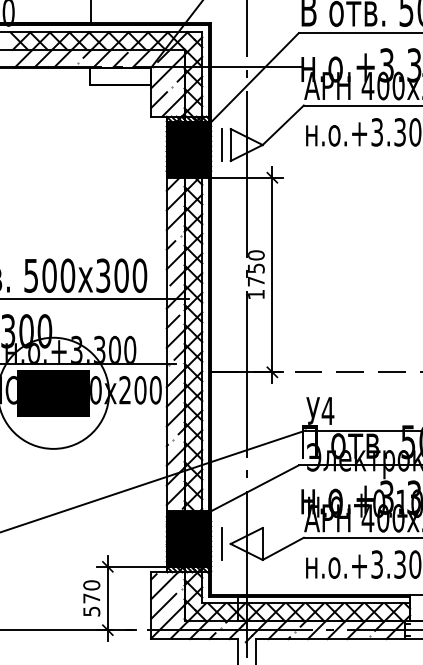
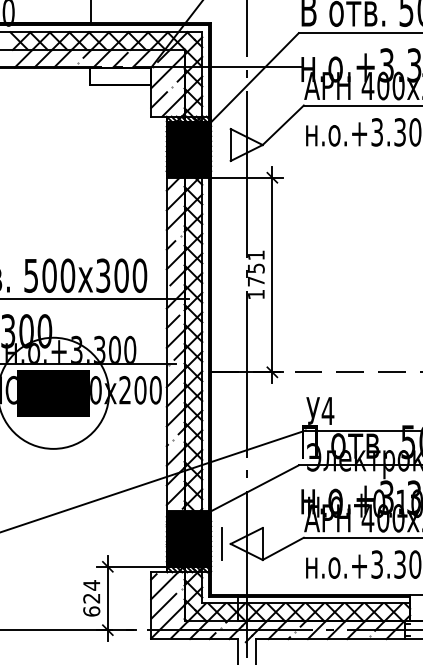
line at (222, 145): present -> none
text at (256, 255): 1750 -> 1751
text at (91, 598): 570 -> 624
